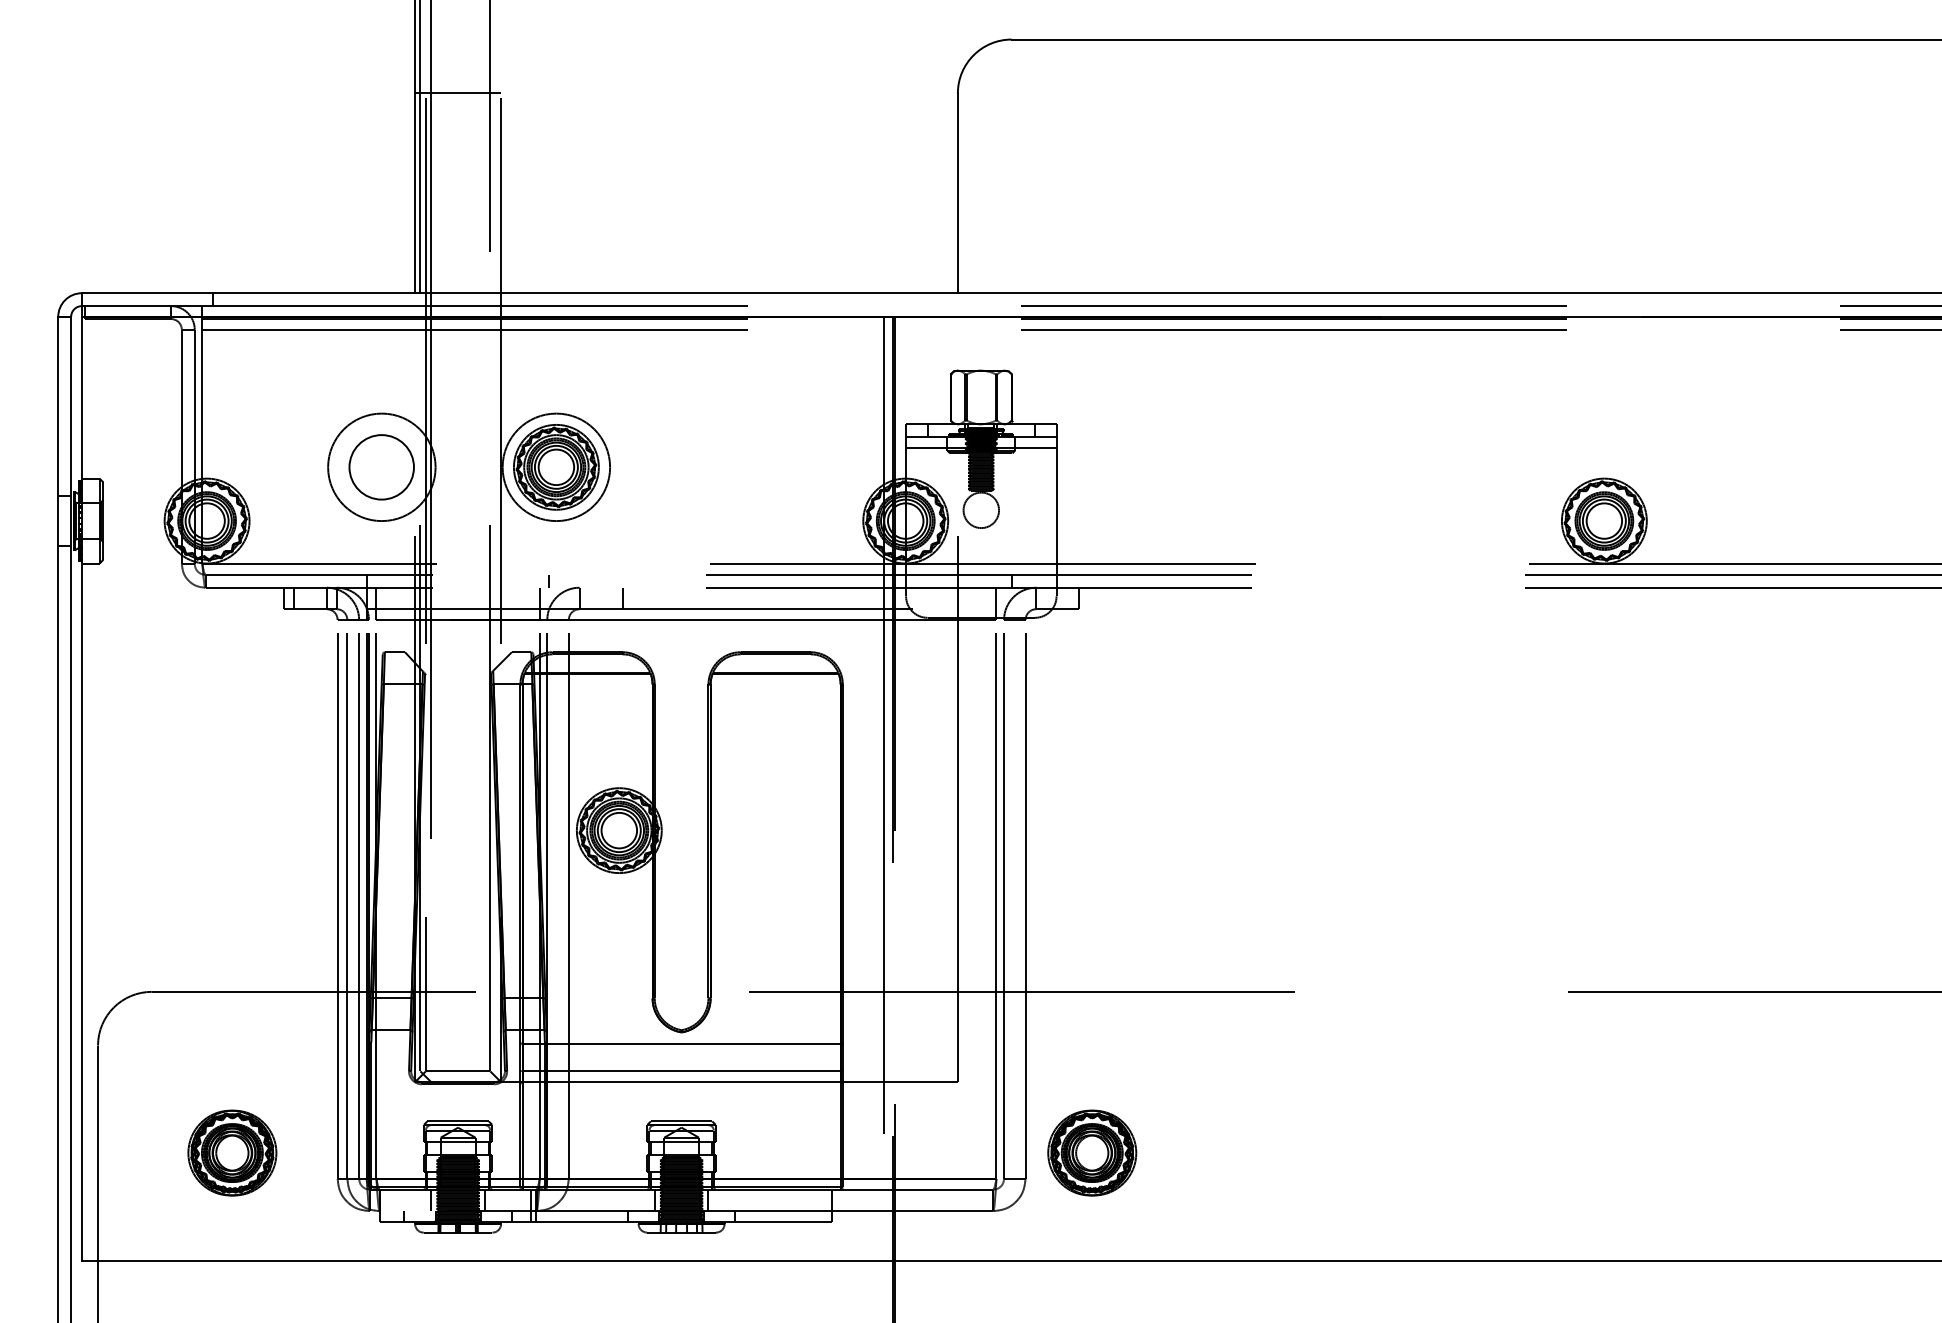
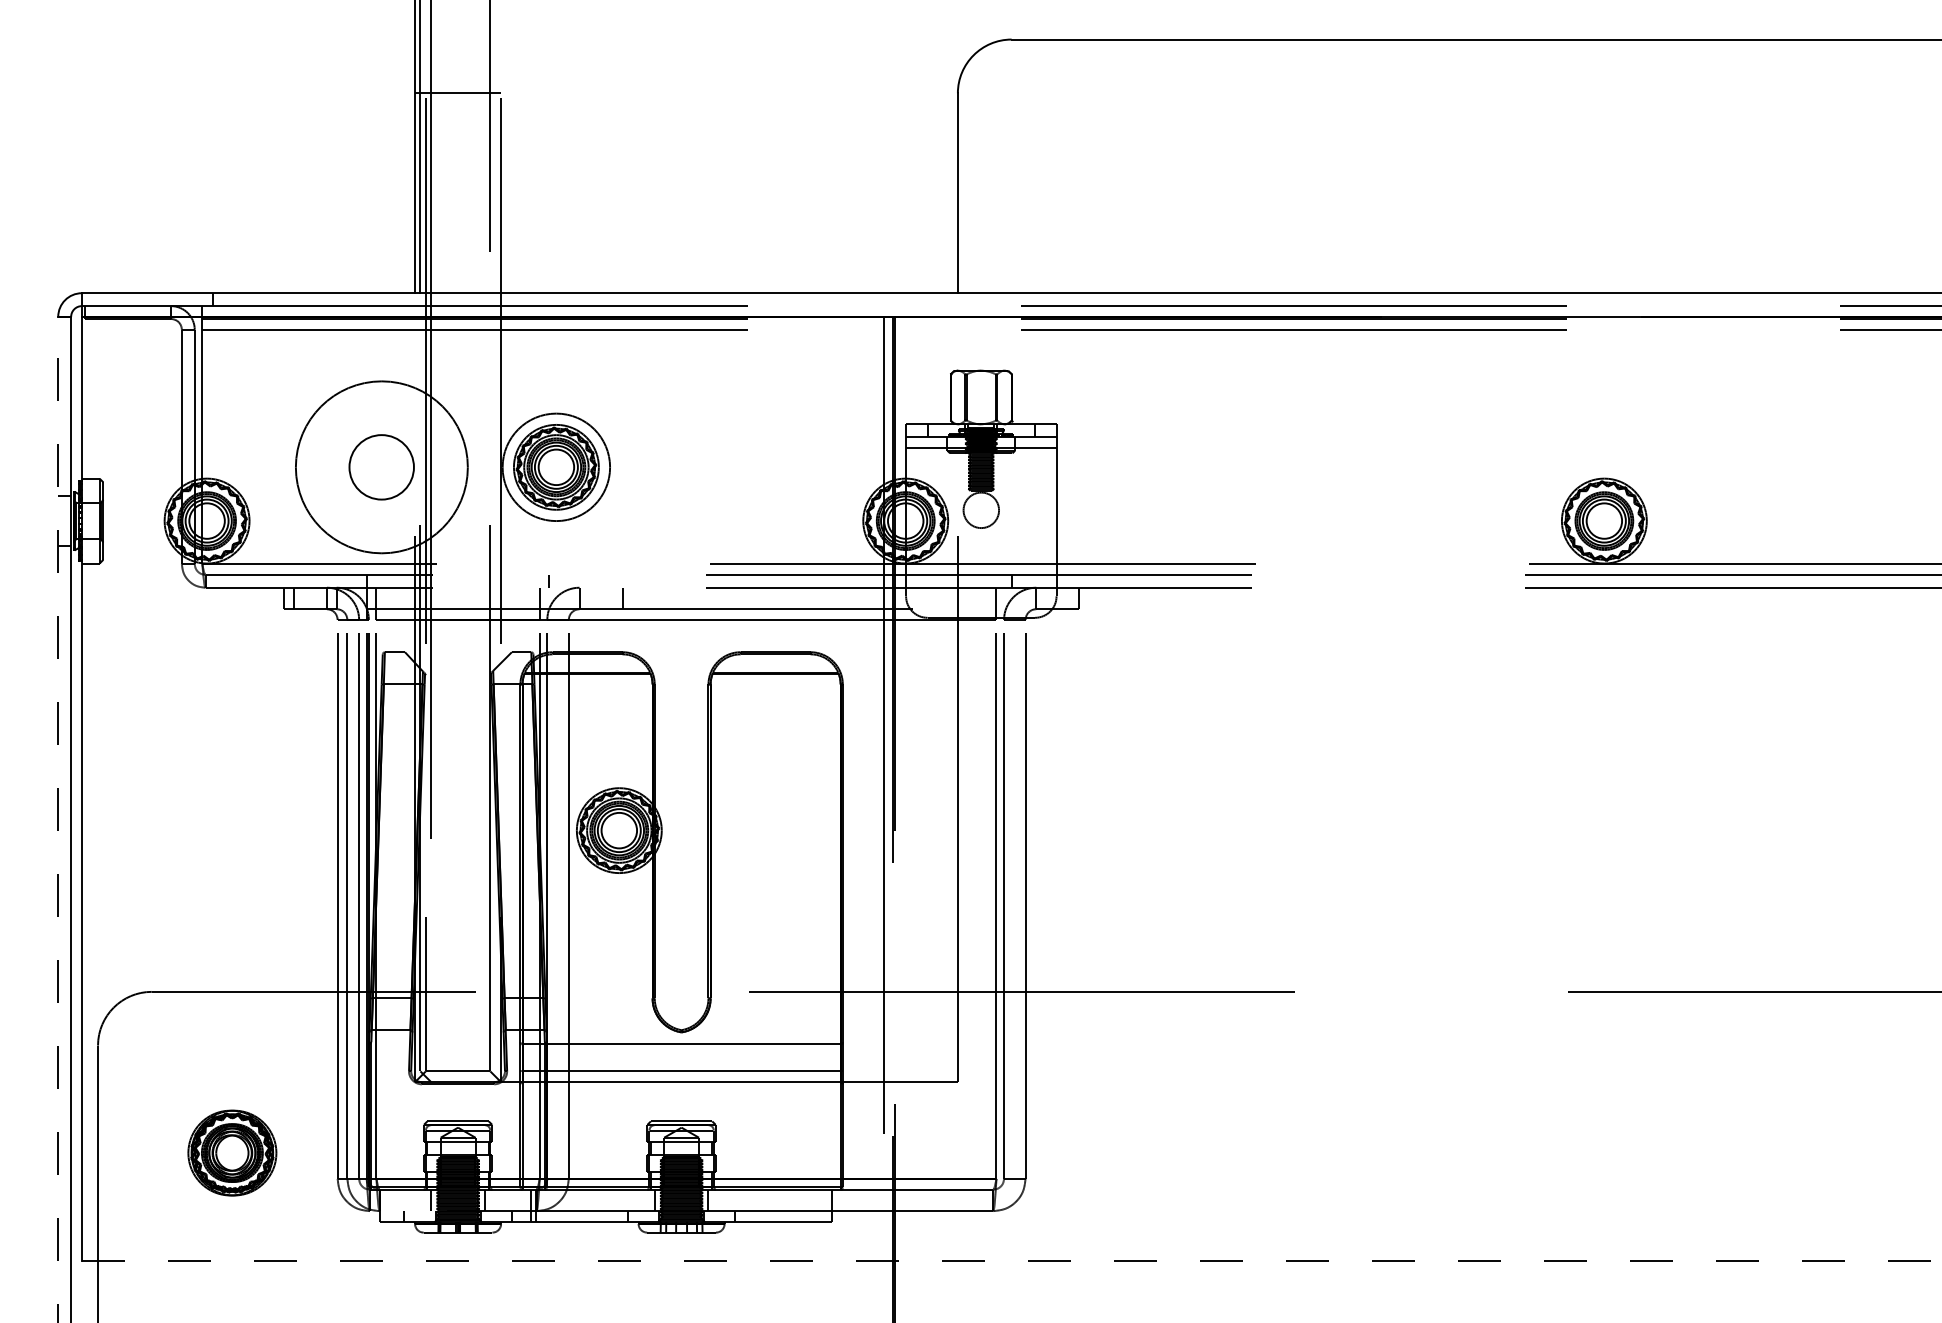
circle at (381, 467) diameter: 107 px -> 172 px
line at (58, 819): solid -> dashed
part at (1092, 1152): present -> none
line at (1011, 1260): solid -> dashed
